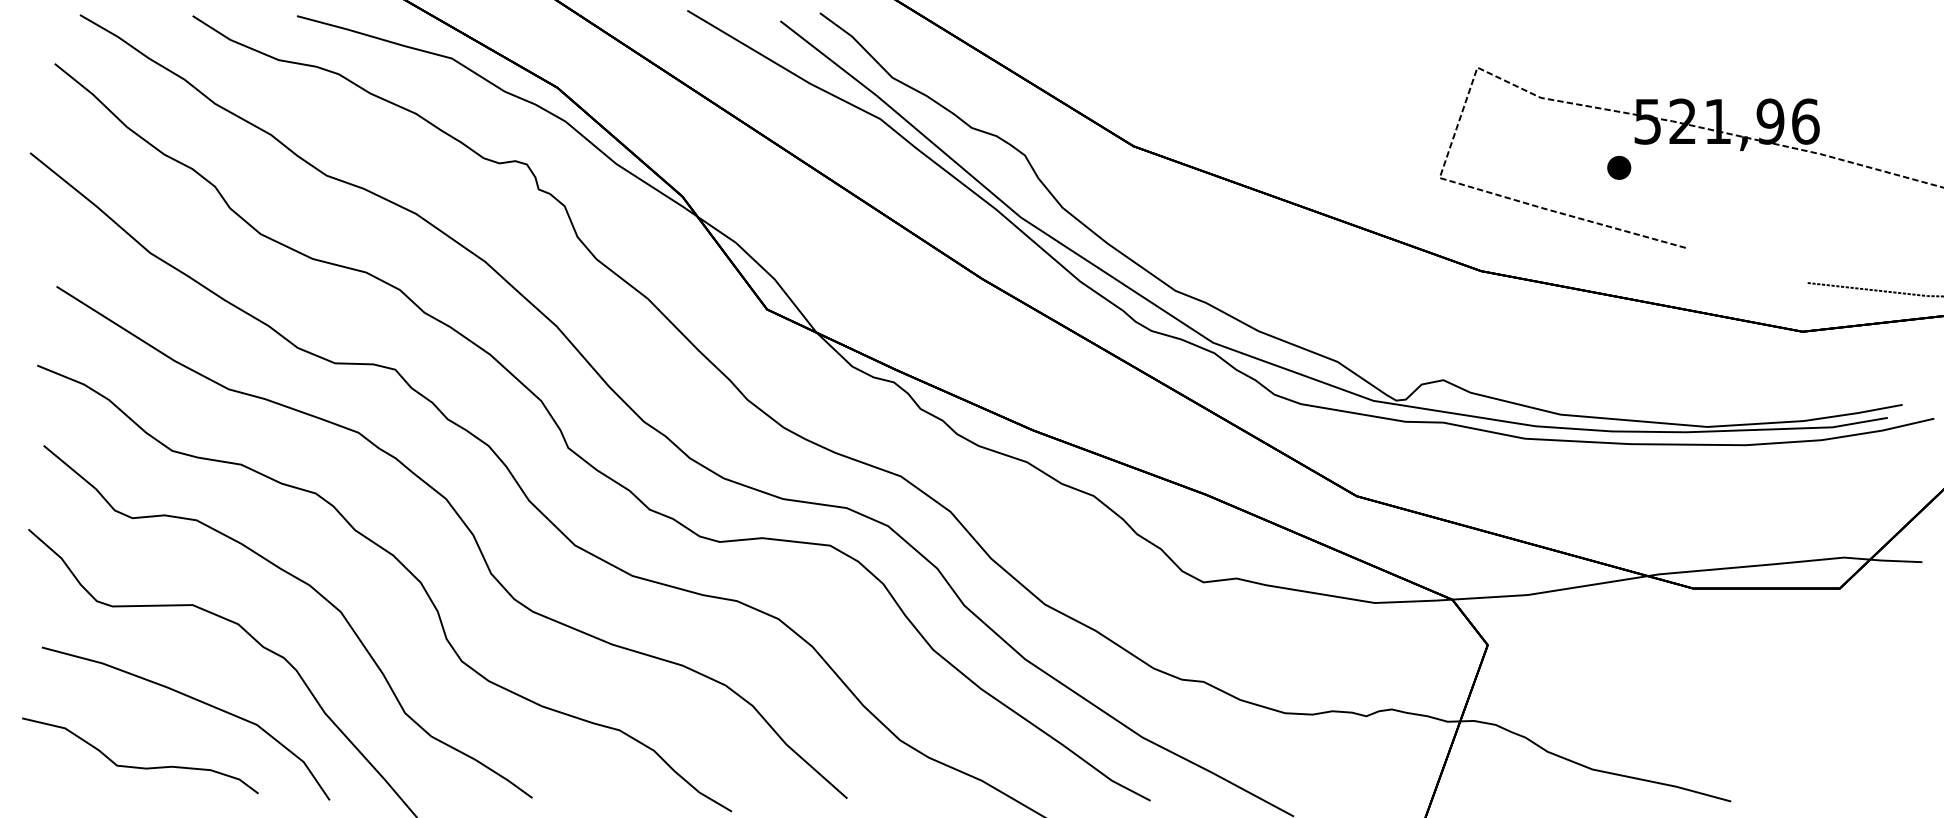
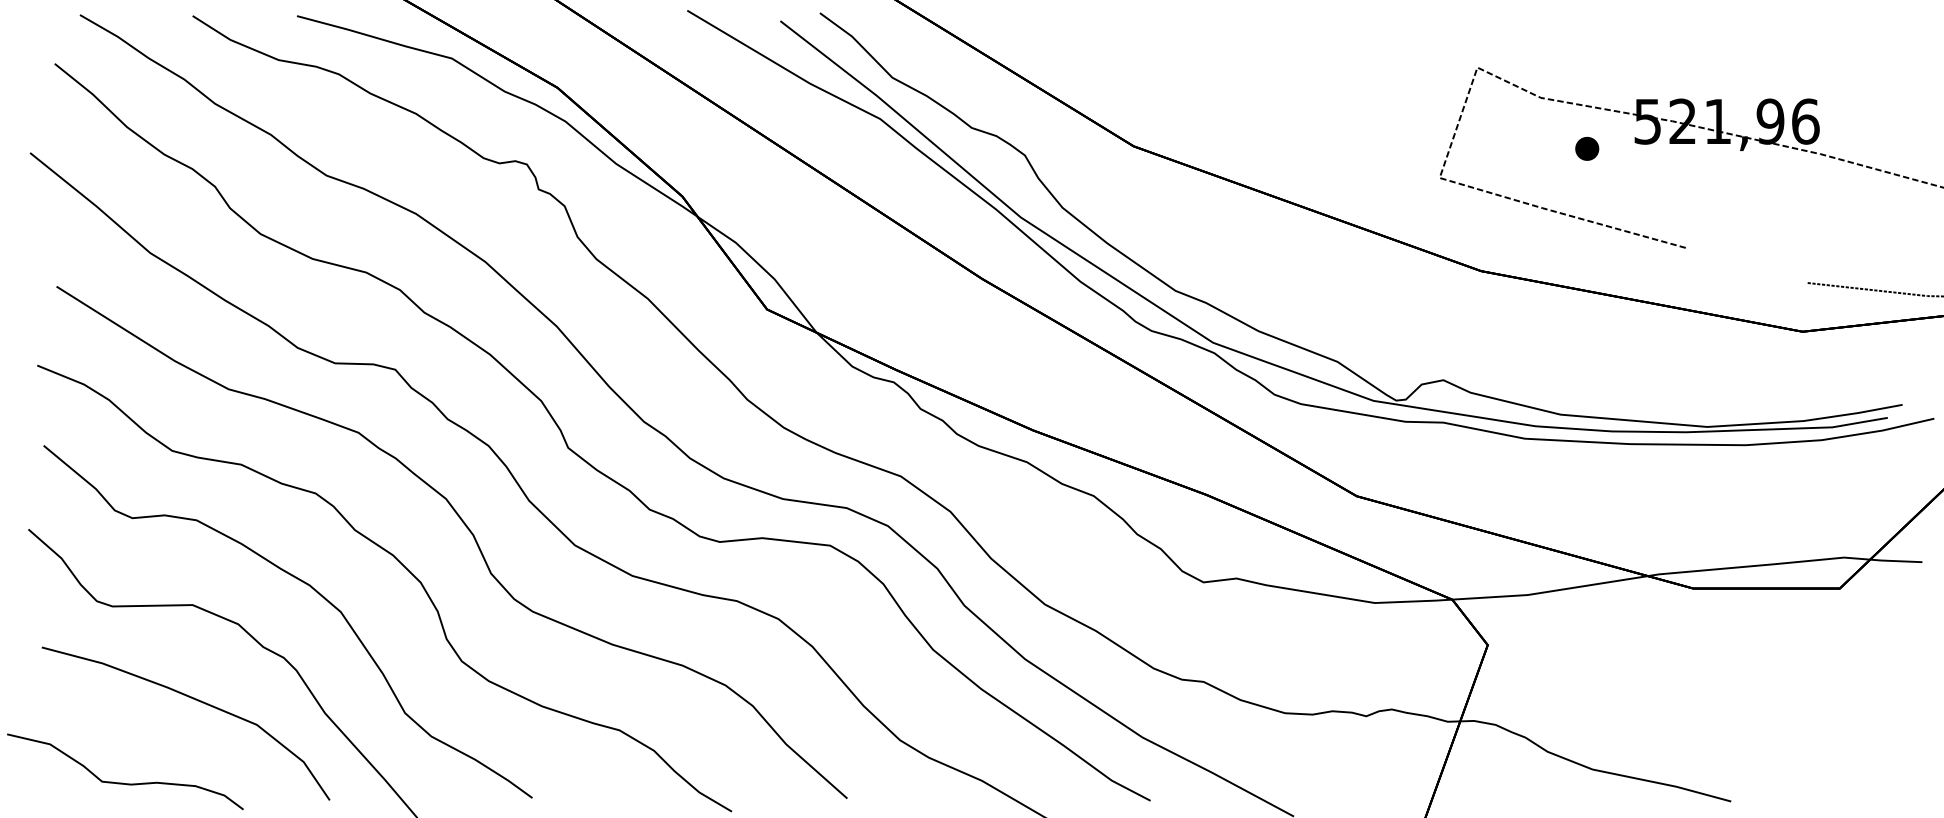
part at (1619, 167) position: (1619, 167) -> (1587, 148)
part at (138, 766) position: (138, 766) -> (123, 782)
